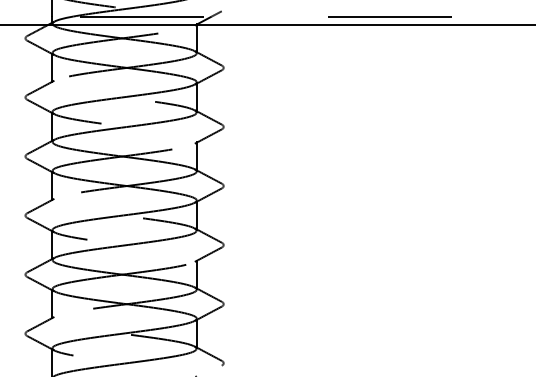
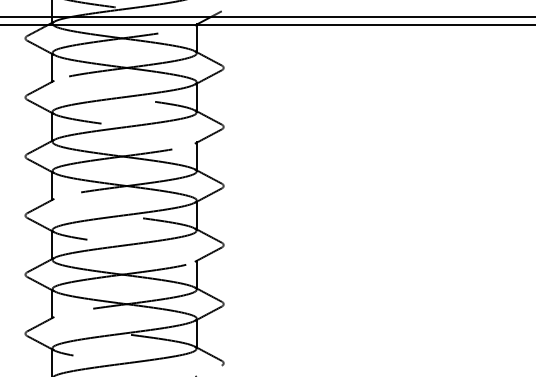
line at (268, 16): dashed -> solid
